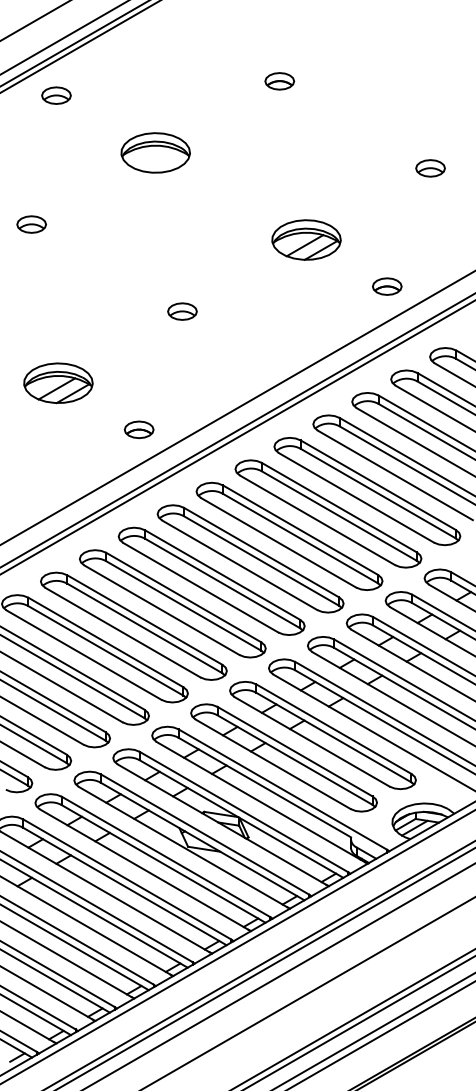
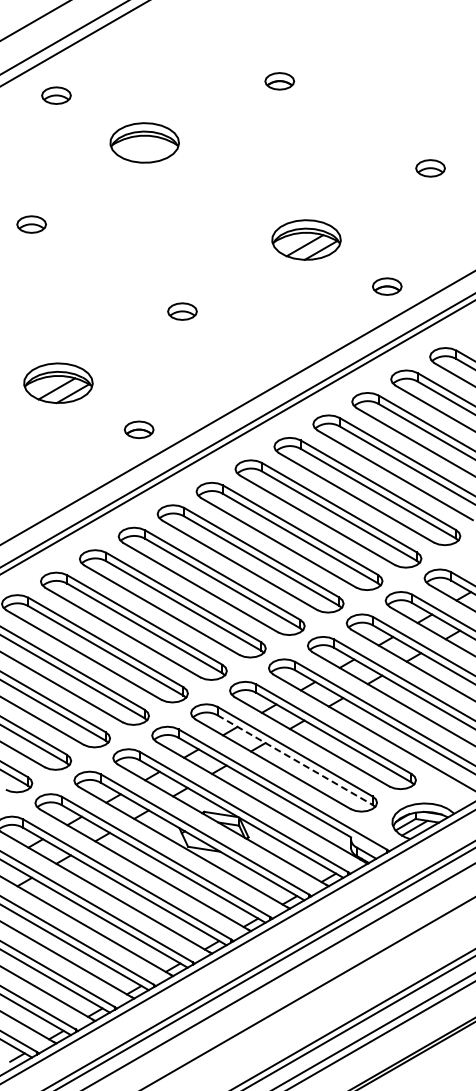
line at (79, 46): present -> none
part at (155, 152) position: (155, 152) -> (144, 142)
line at (295, 760): solid -> dashed
